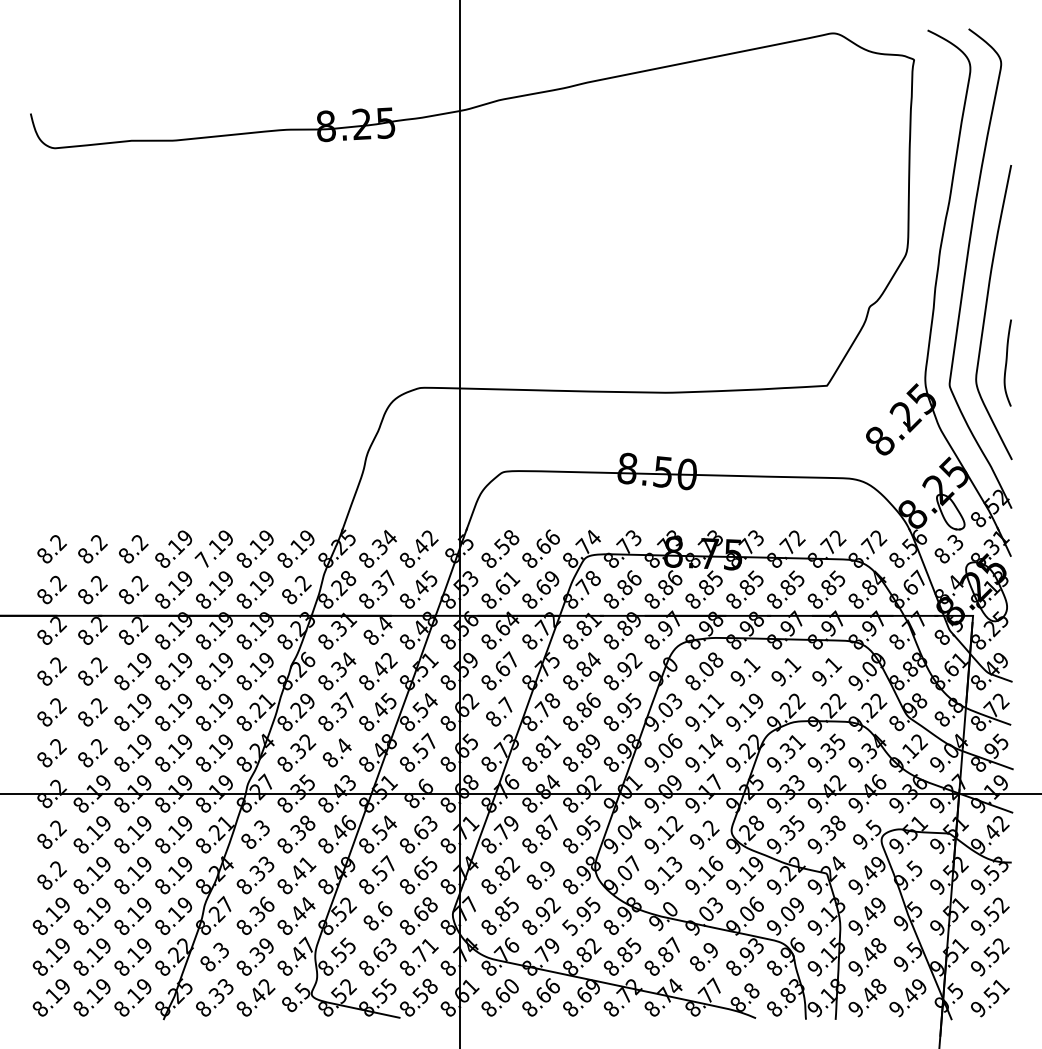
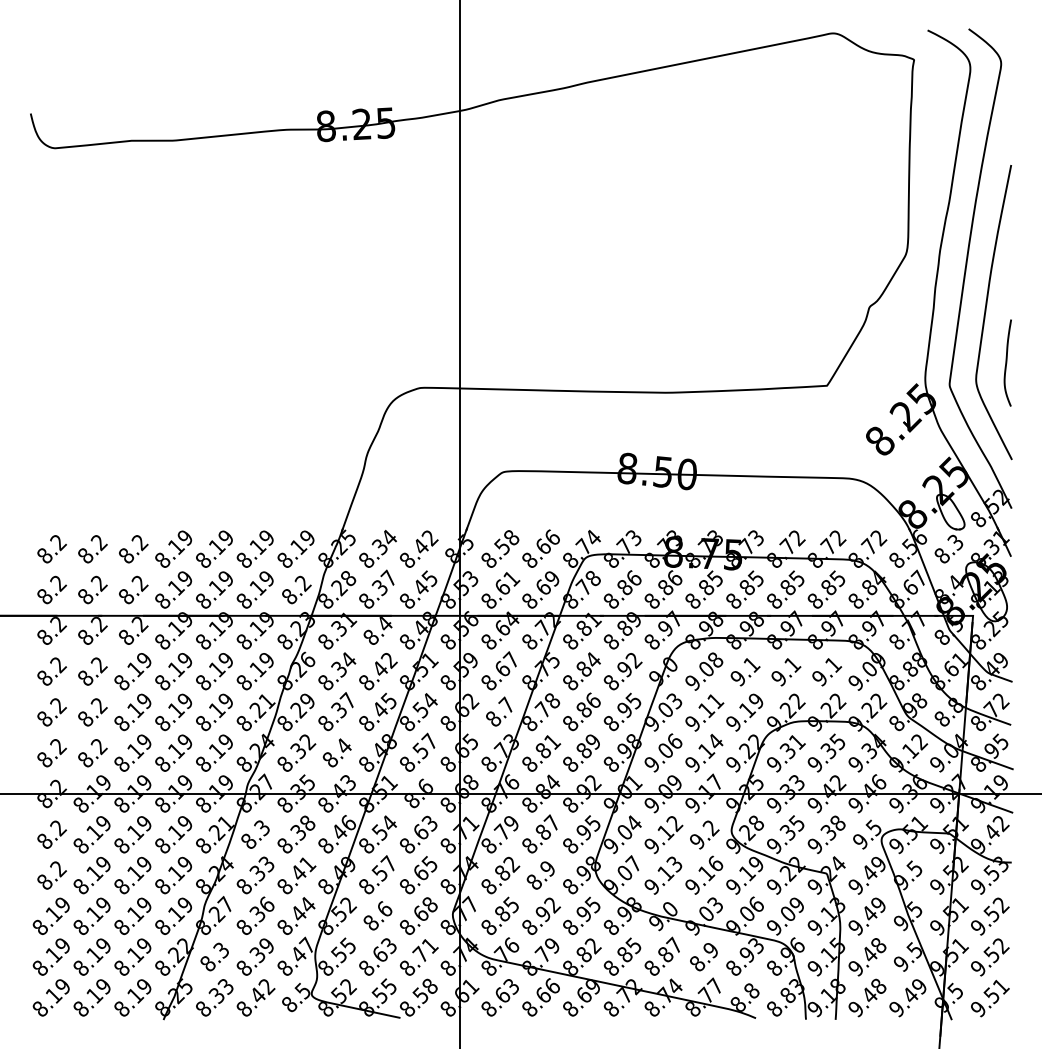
text at (202, 559): 7.19 -> 8.19
text at (692, 682): 8.08 -> 9.08
text at (570, 927): 5.95 -> 8.95
text at (510, 986): 8.60 -> 8.63
